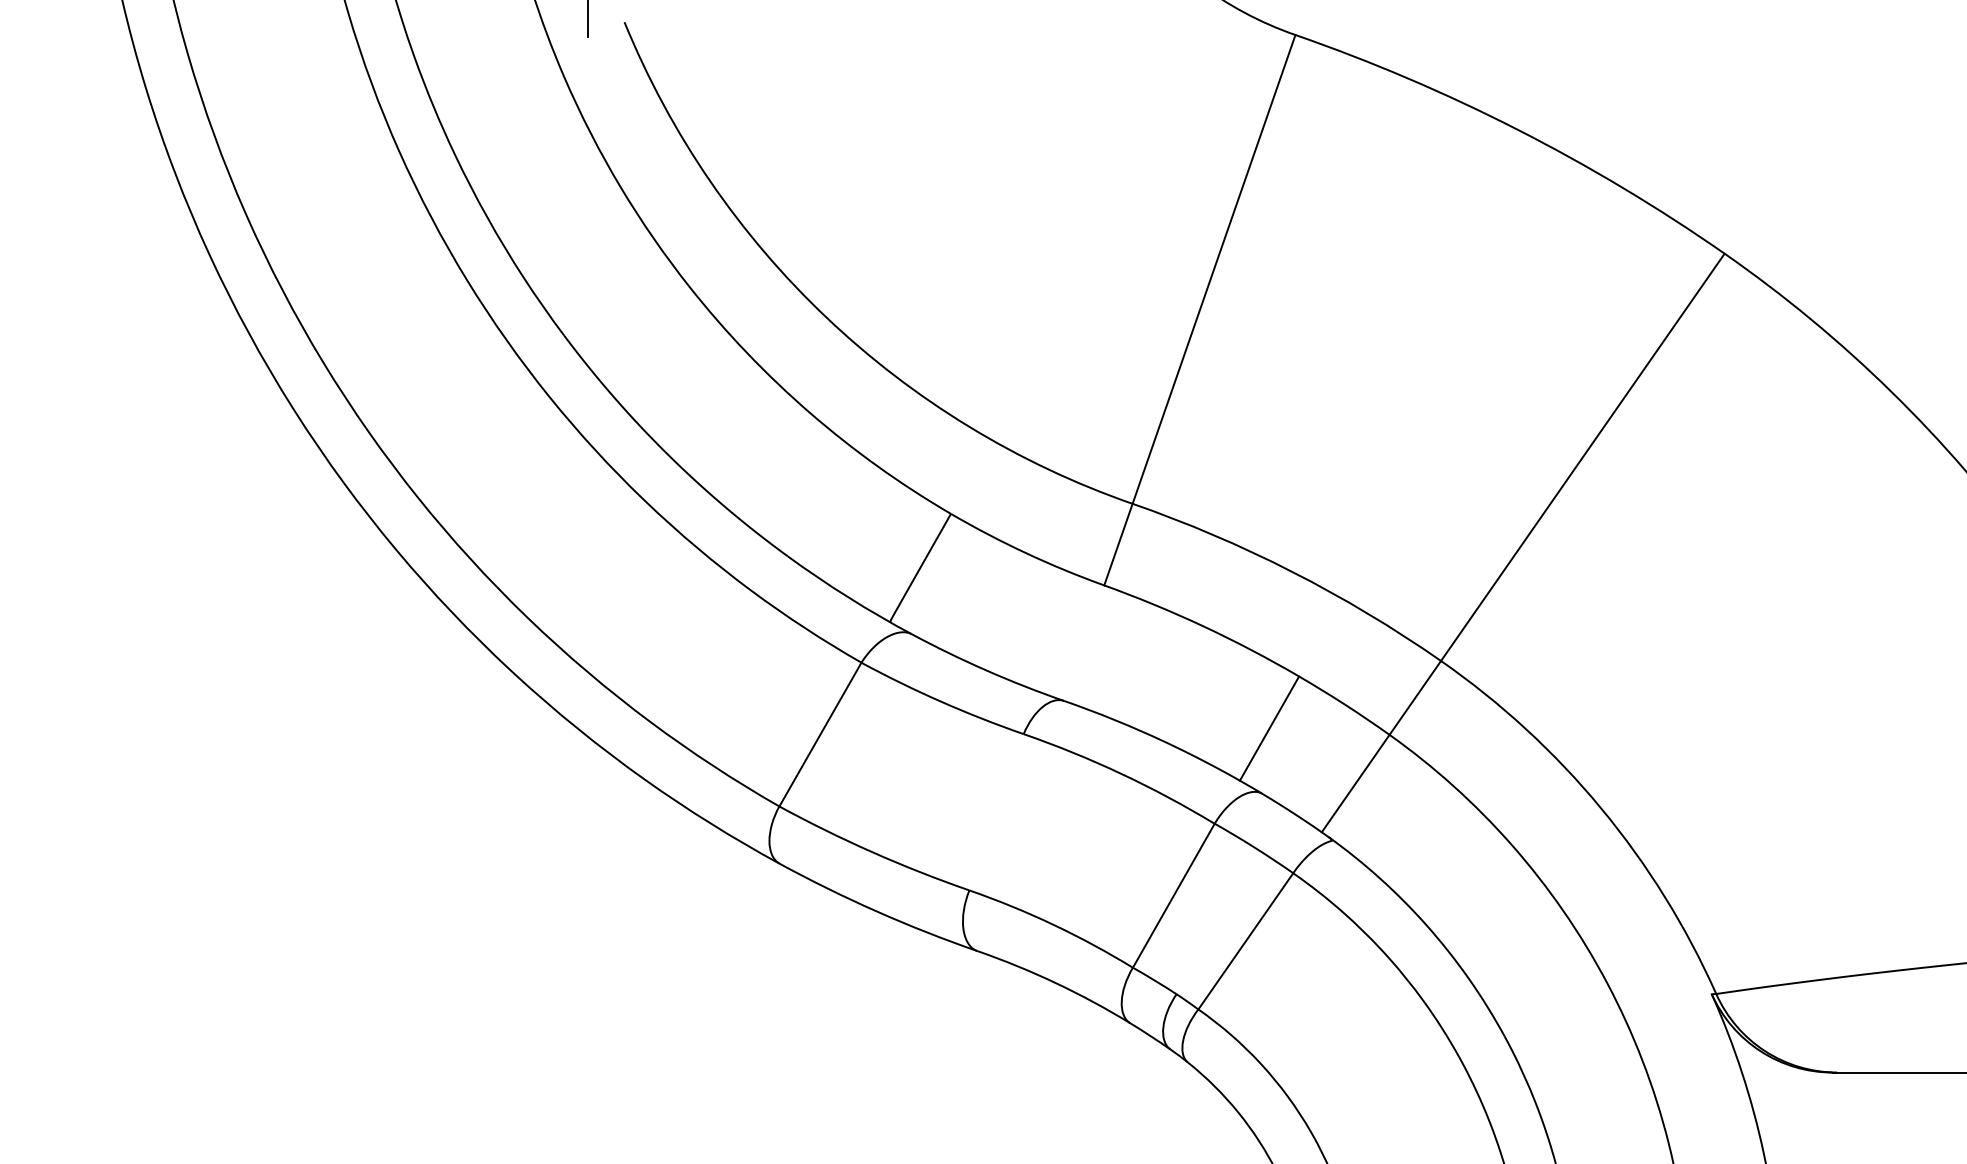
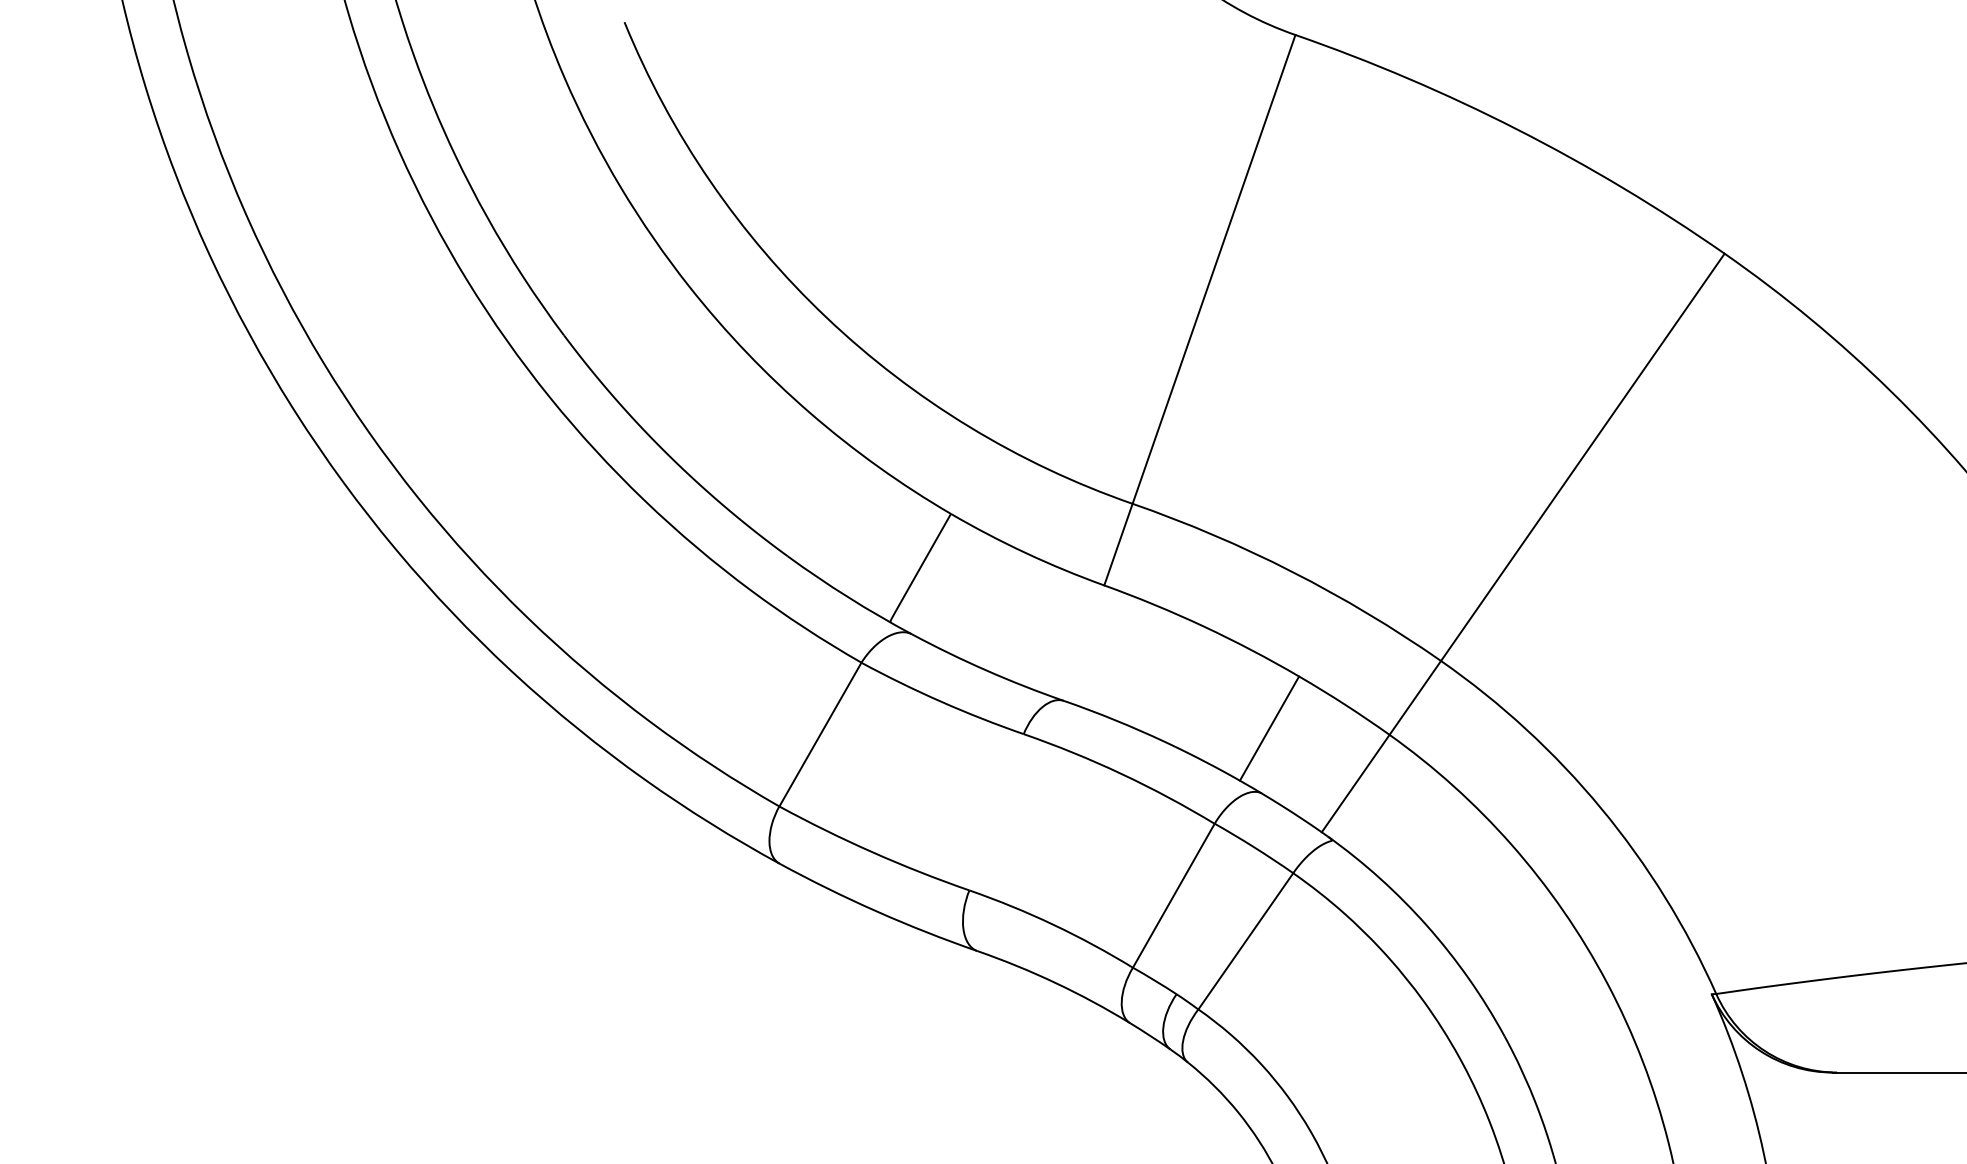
line at (588, 19): present -> none
